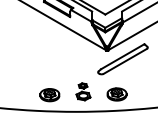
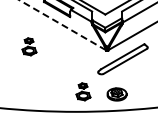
line at (62, 25): solid -> dashed
part at (29, 46): none -> present
part at (49, 95): present -> none
